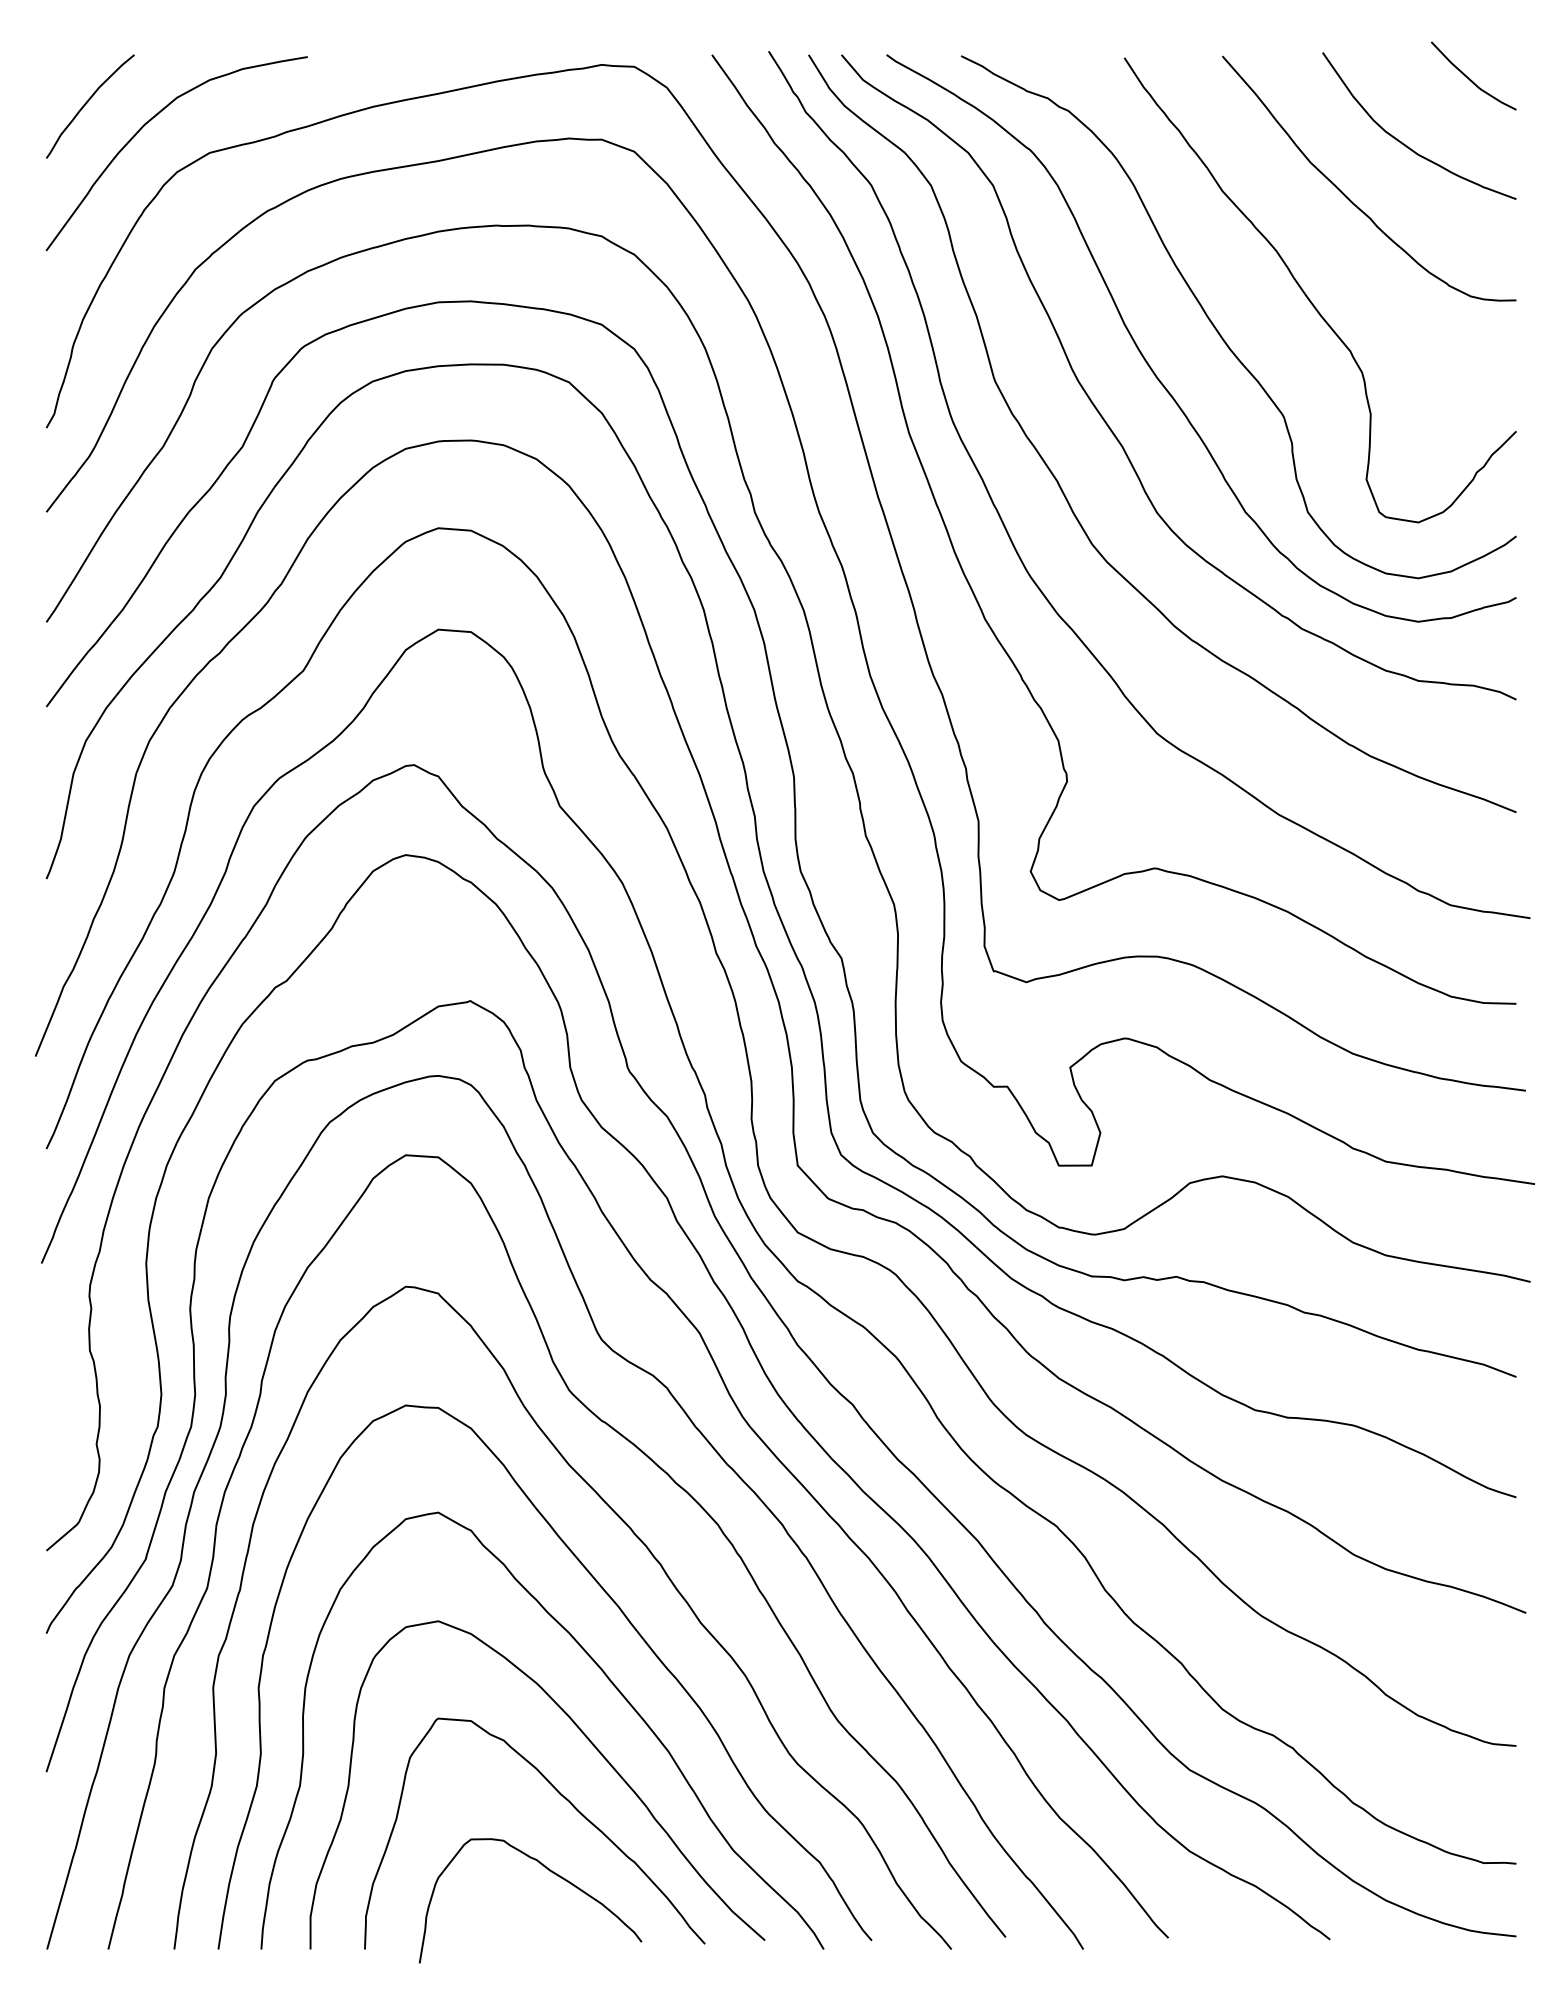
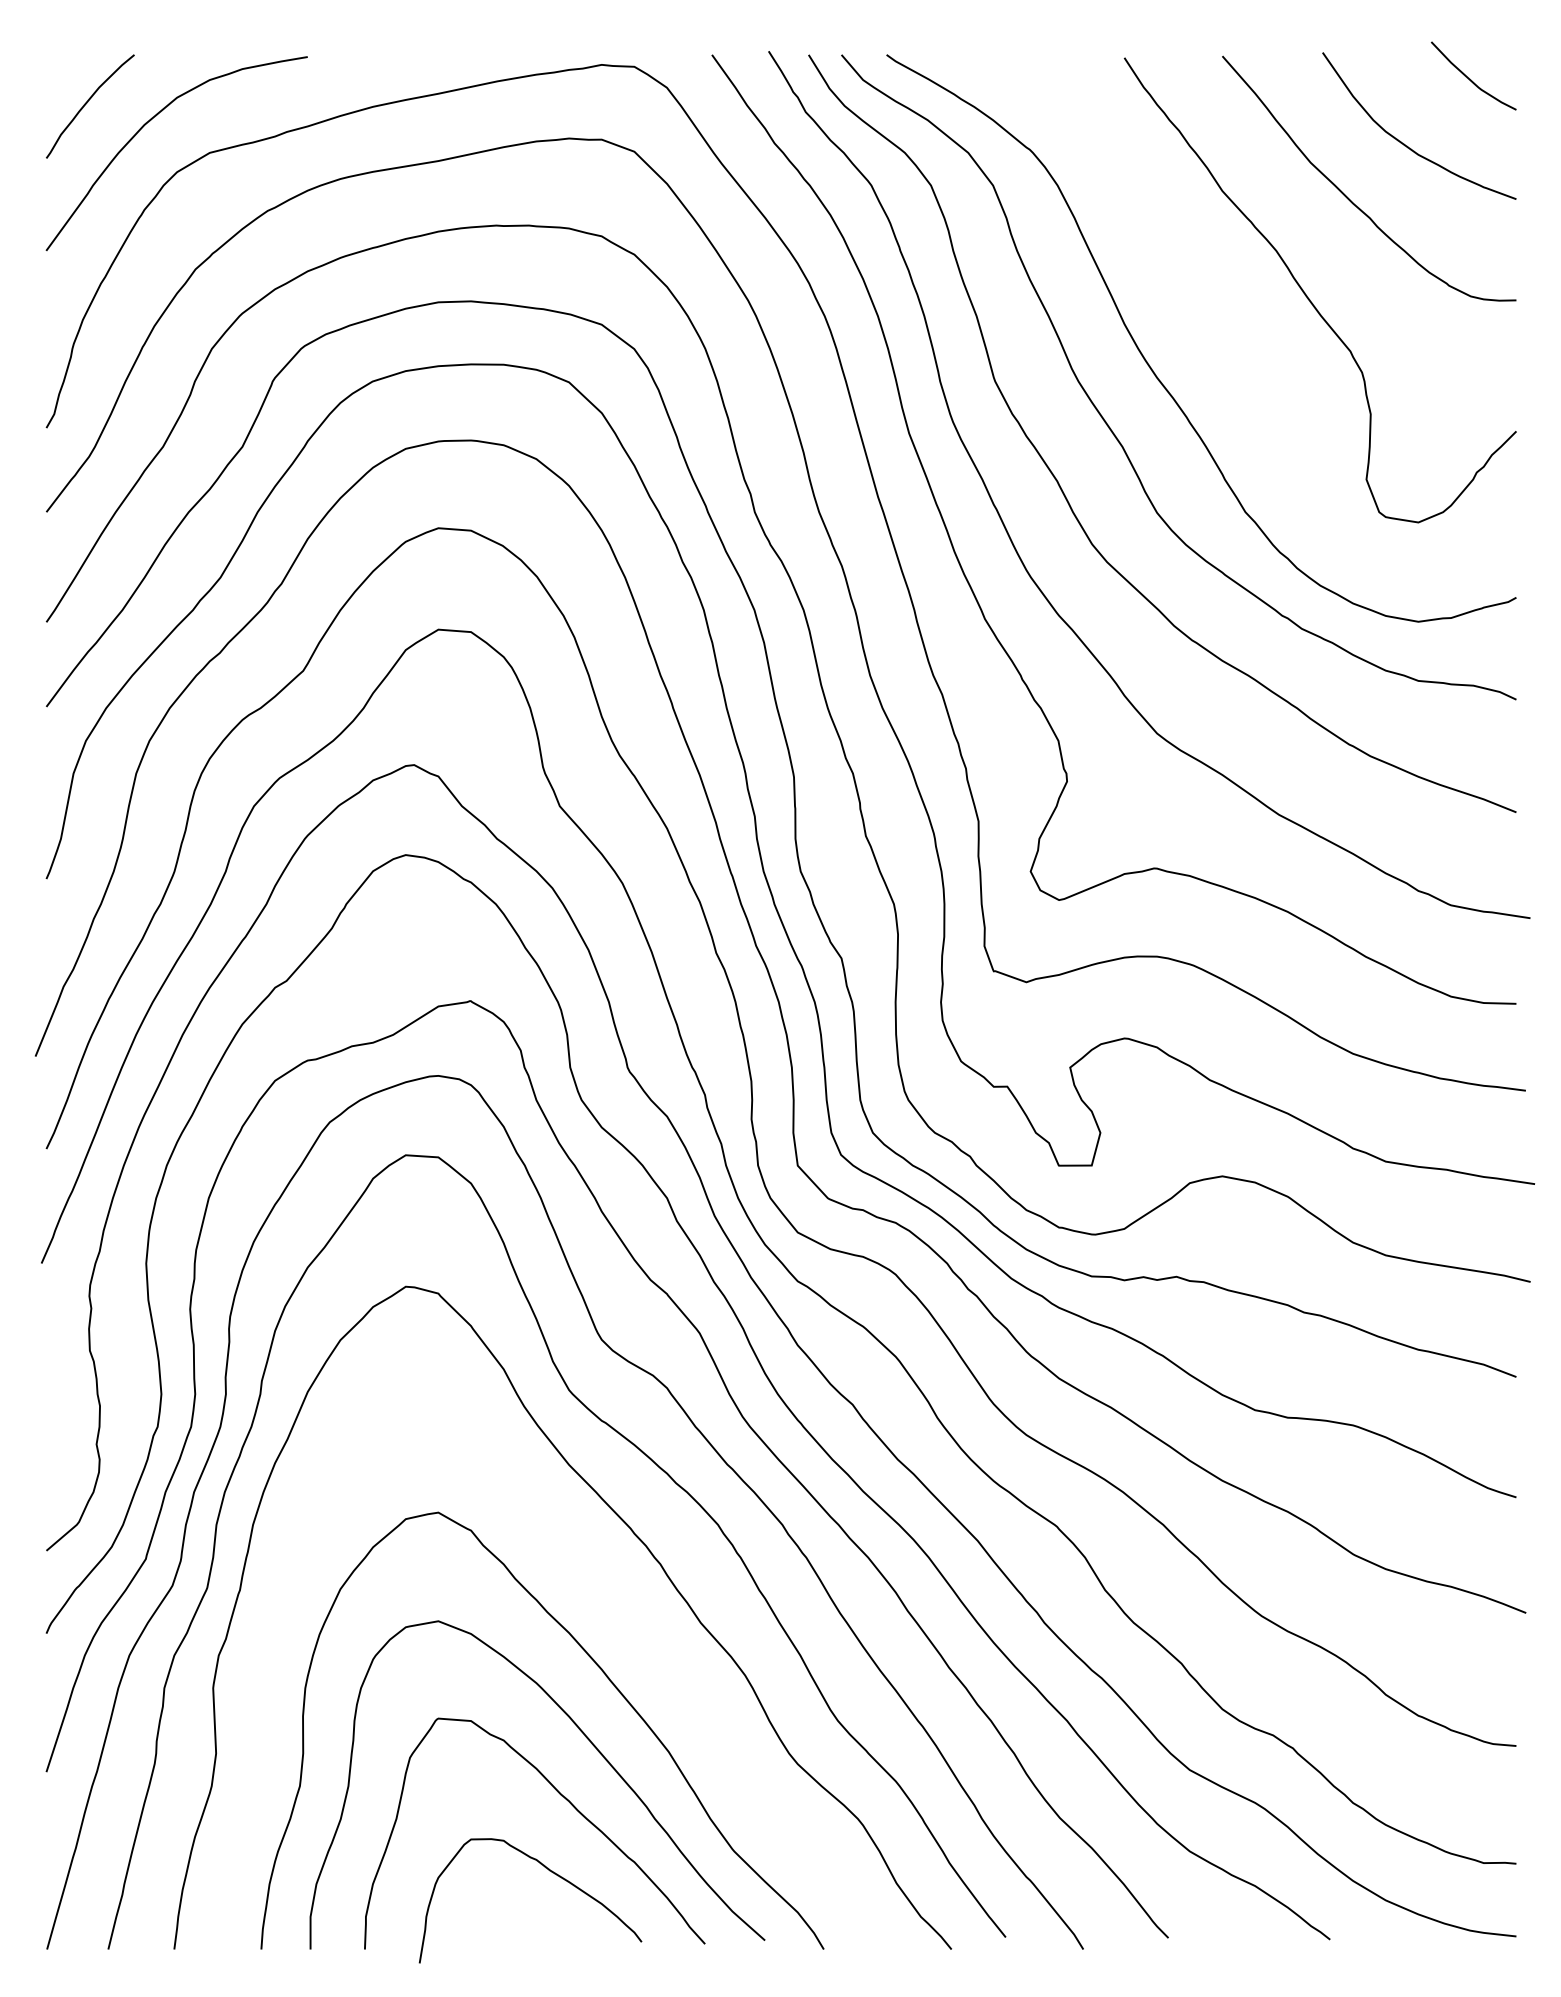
curve at (1218, 330): present -> none
curve at (623, 1615): present -> none
